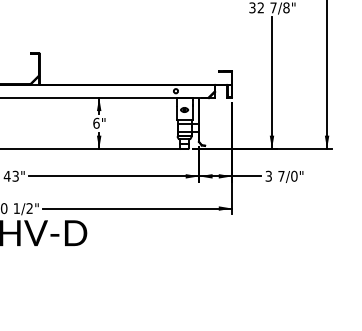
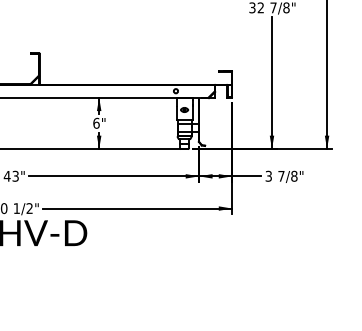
text at (294, 176): 7/0" -> 7/8"
